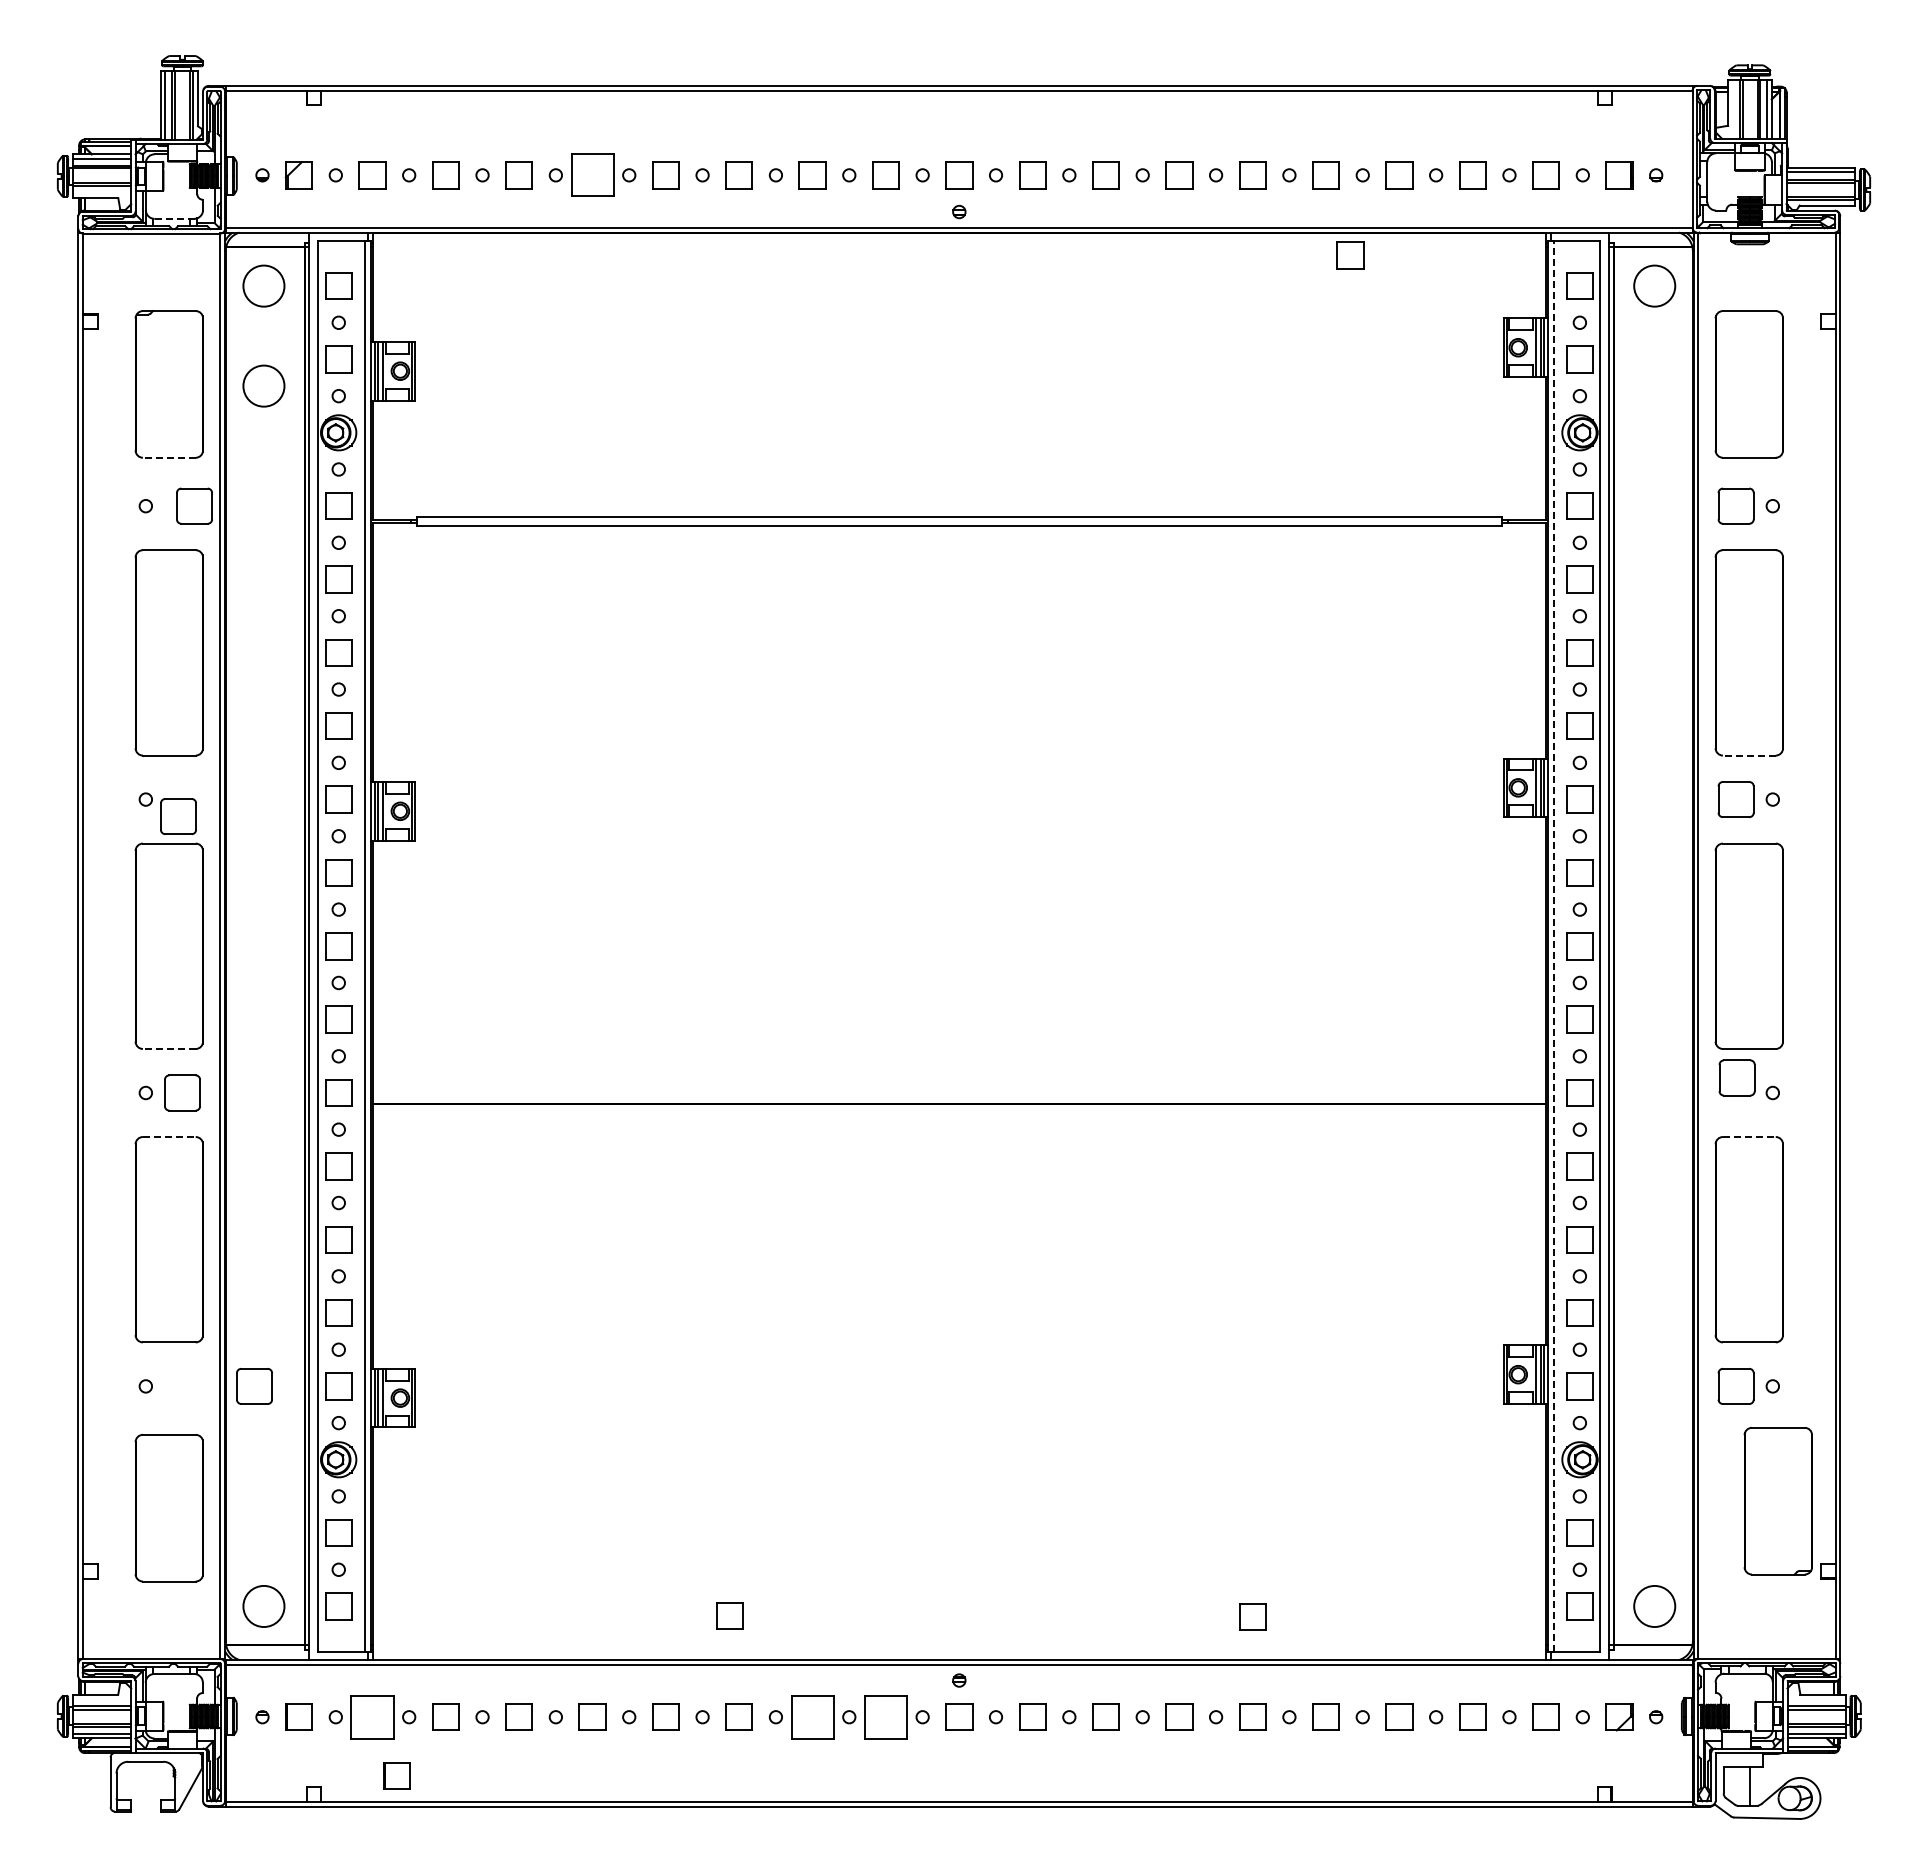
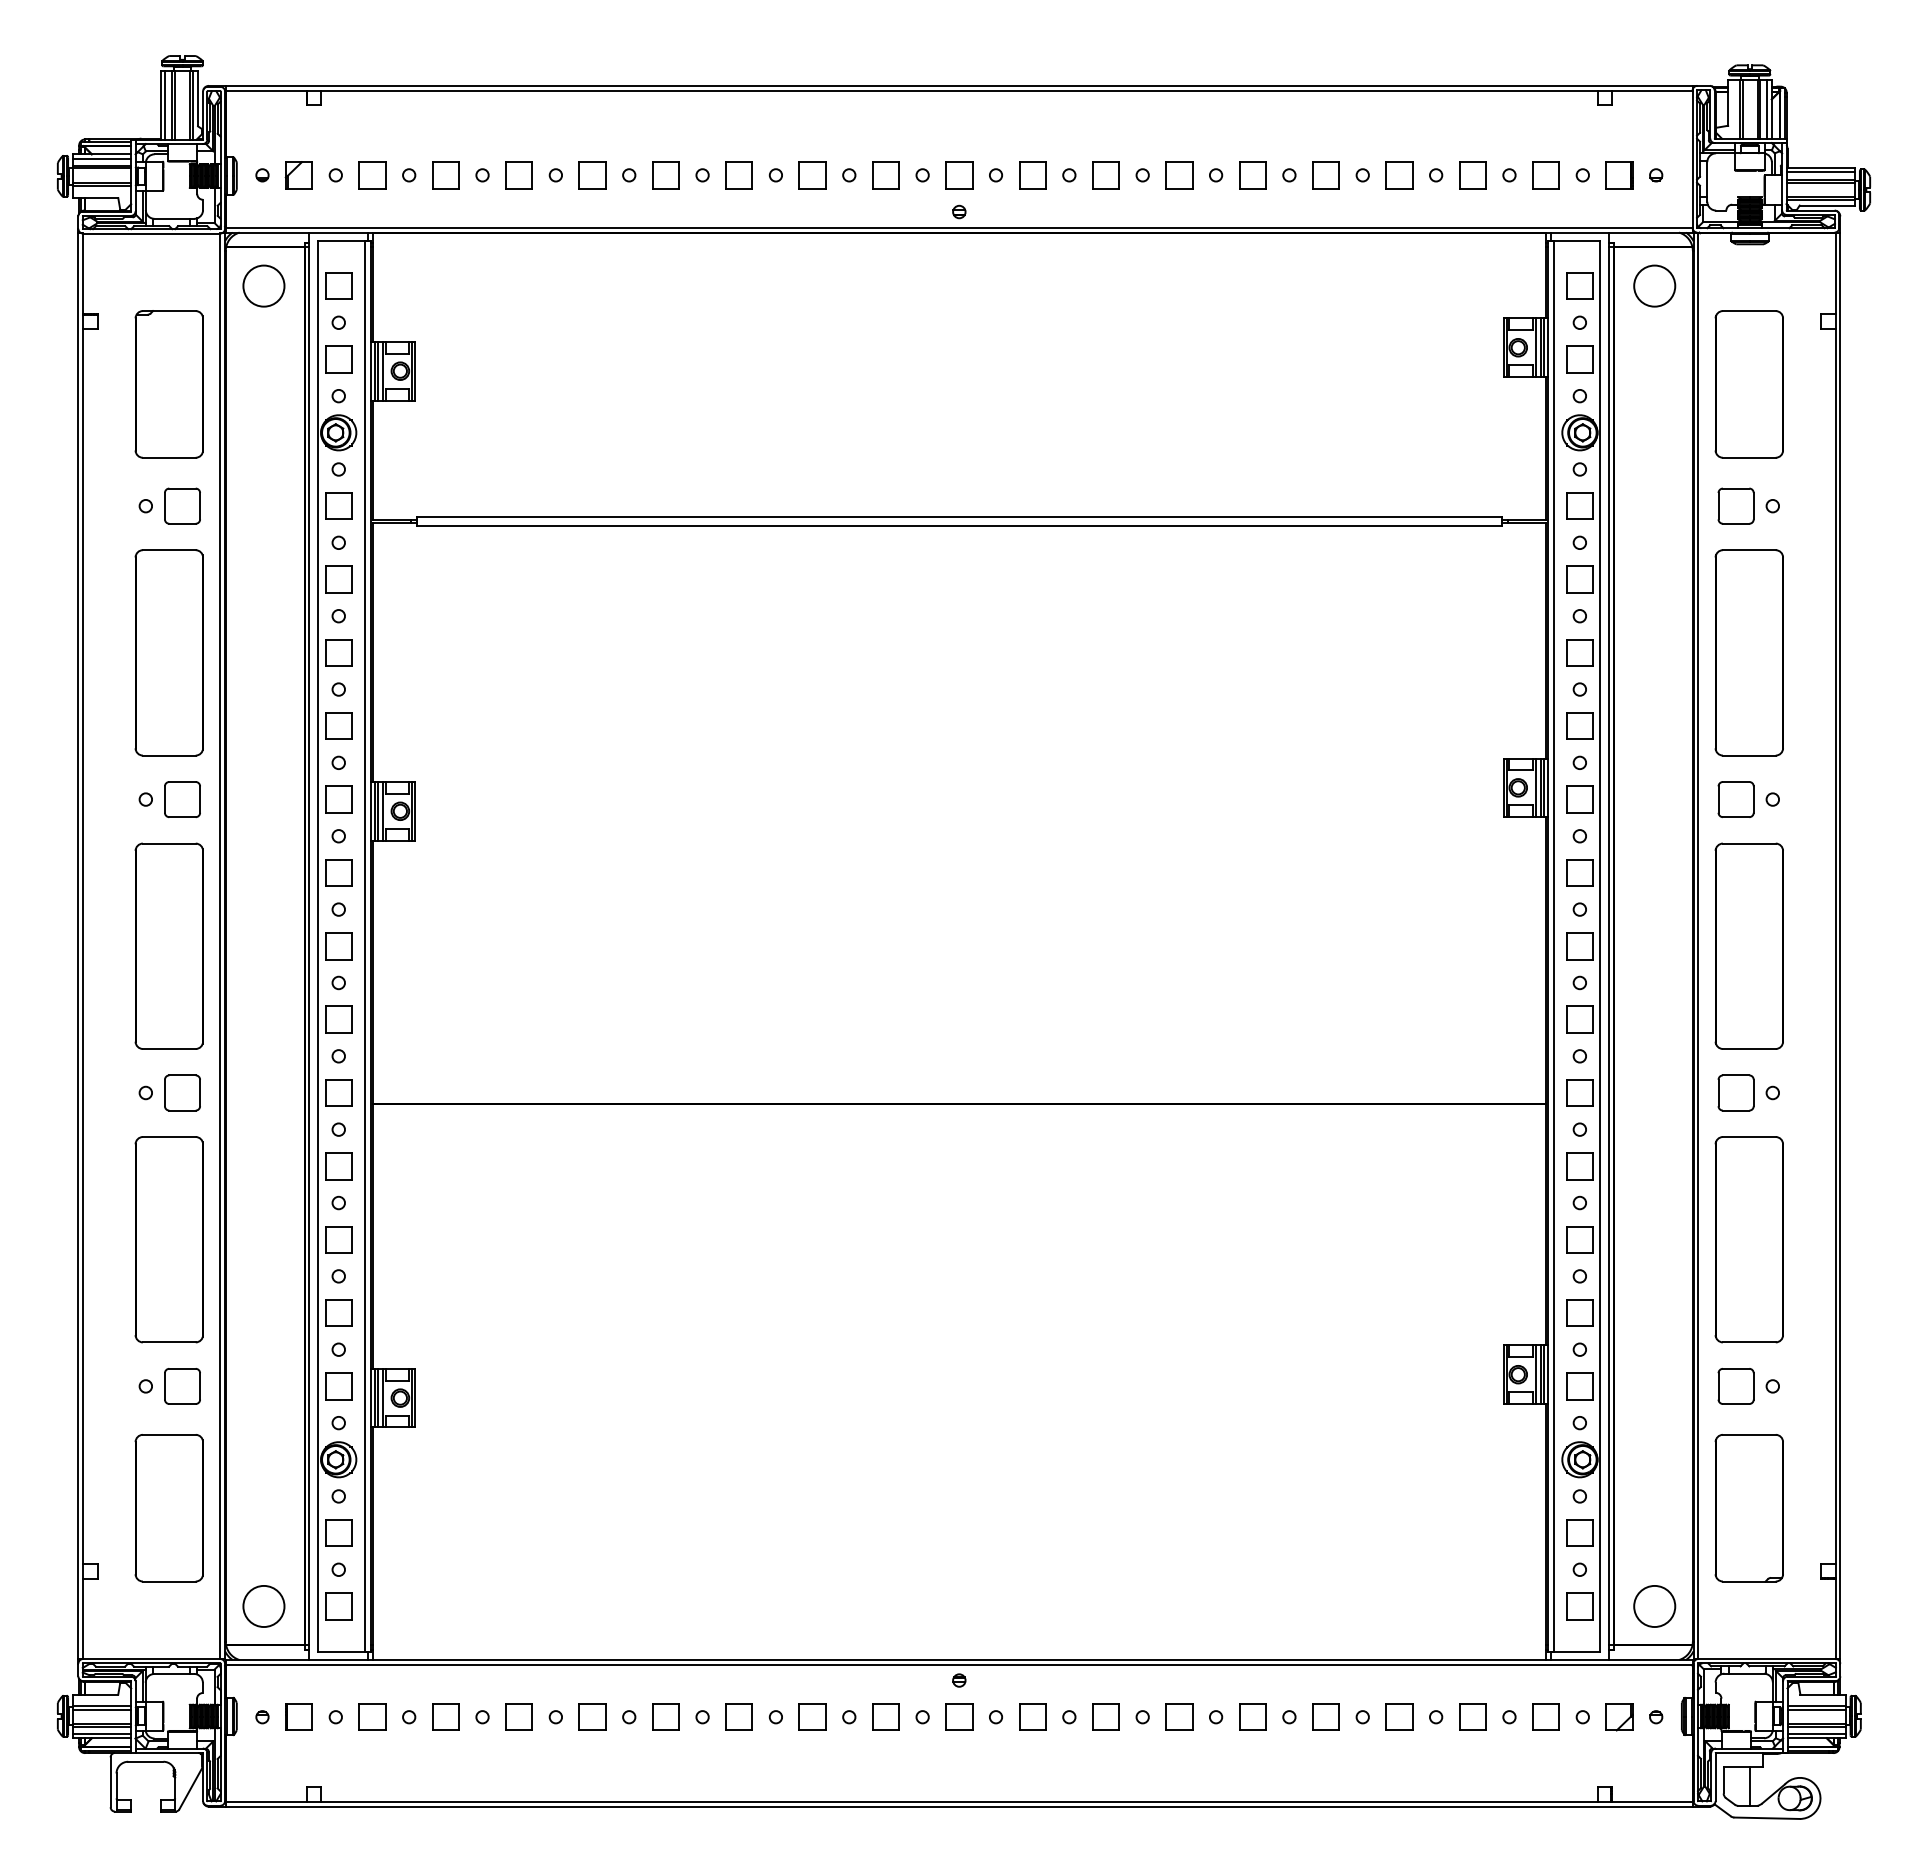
part at (592, 174) size: 44x44 px -> 29x29 px
line at (172, 218): dashed -> solid
part at (1350, 255): present -> none
circle at (263, 385): present -> none
line at (168, 457): dashed -> solid
part at (194, 505) position: (194, 505) -> (182, 505)
line at (1748, 755): dashed -> solid
part at (178, 816) position: (178, 816) -> (182, 799)
line at (1553, 946): dashed -> solid
line at (168, 1048): dashed -> solid
part at (1736, 1077) position: (1736, 1077) -> (1735, 1092)
line at (169, 1137): dashed -> solid
line at (1749, 1137): dashed -> solid
part at (254, 1386) position: (254, 1386) -> (182, 1386)
part at (1777, 1501) position: (1777, 1501) -> (1748, 1508)
part at (729, 1615): present -> none
part at (1252, 1616): present -> none
part at (372, 1717) size: 45x45 px -> 29x28 px
part at (812, 1717) size: 44x45 px -> 29x28 px
part at (885, 1717) size: 44x45 px -> 28x28 px
part at (396, 1775): present -> none
